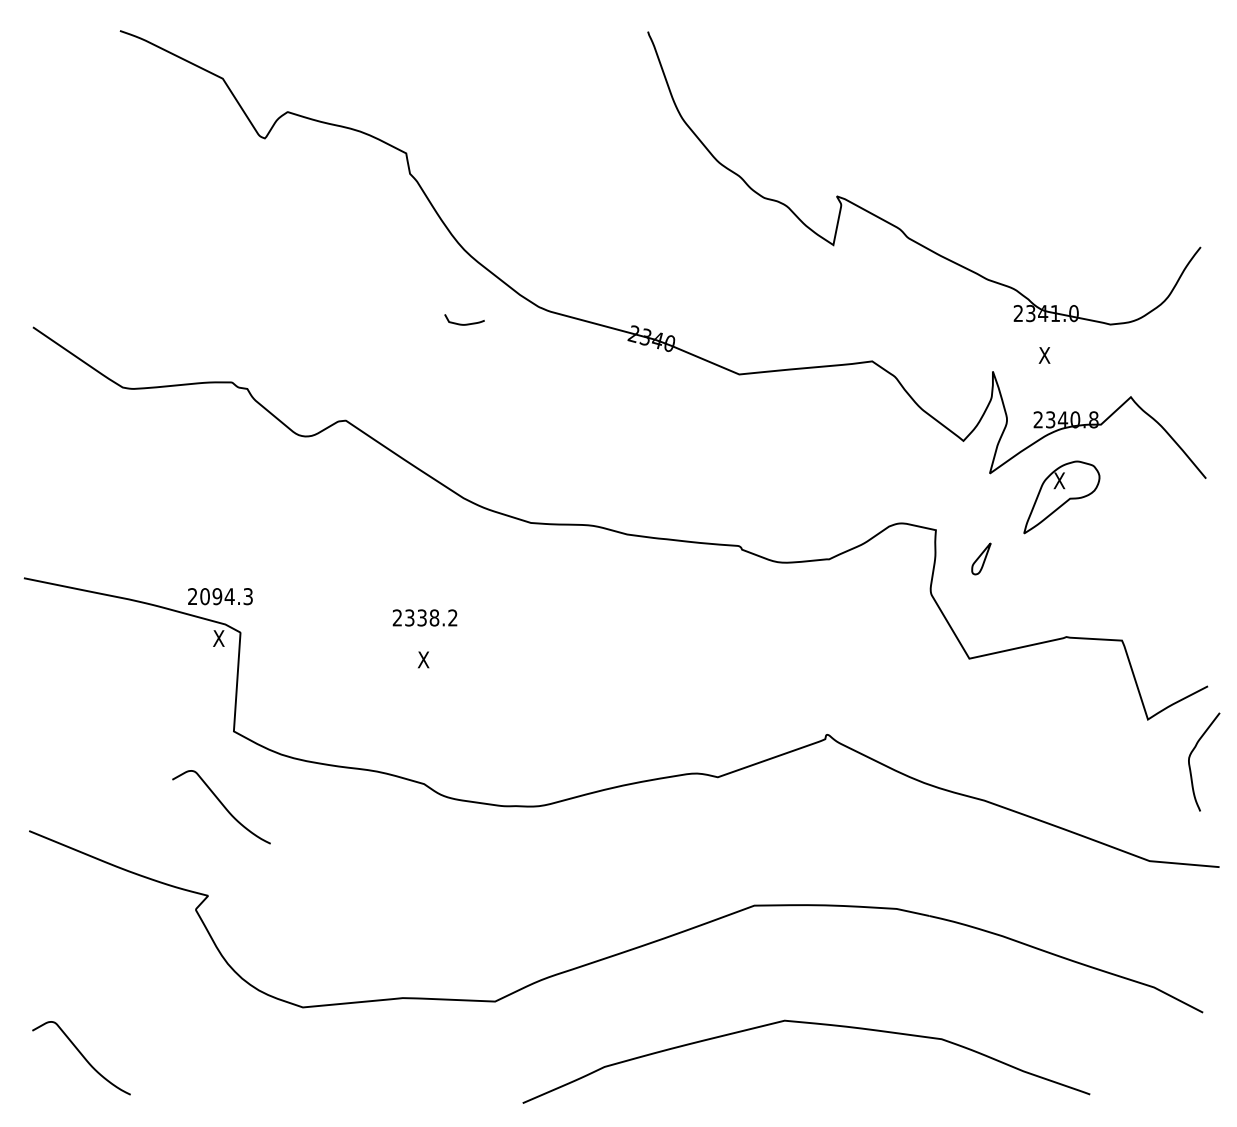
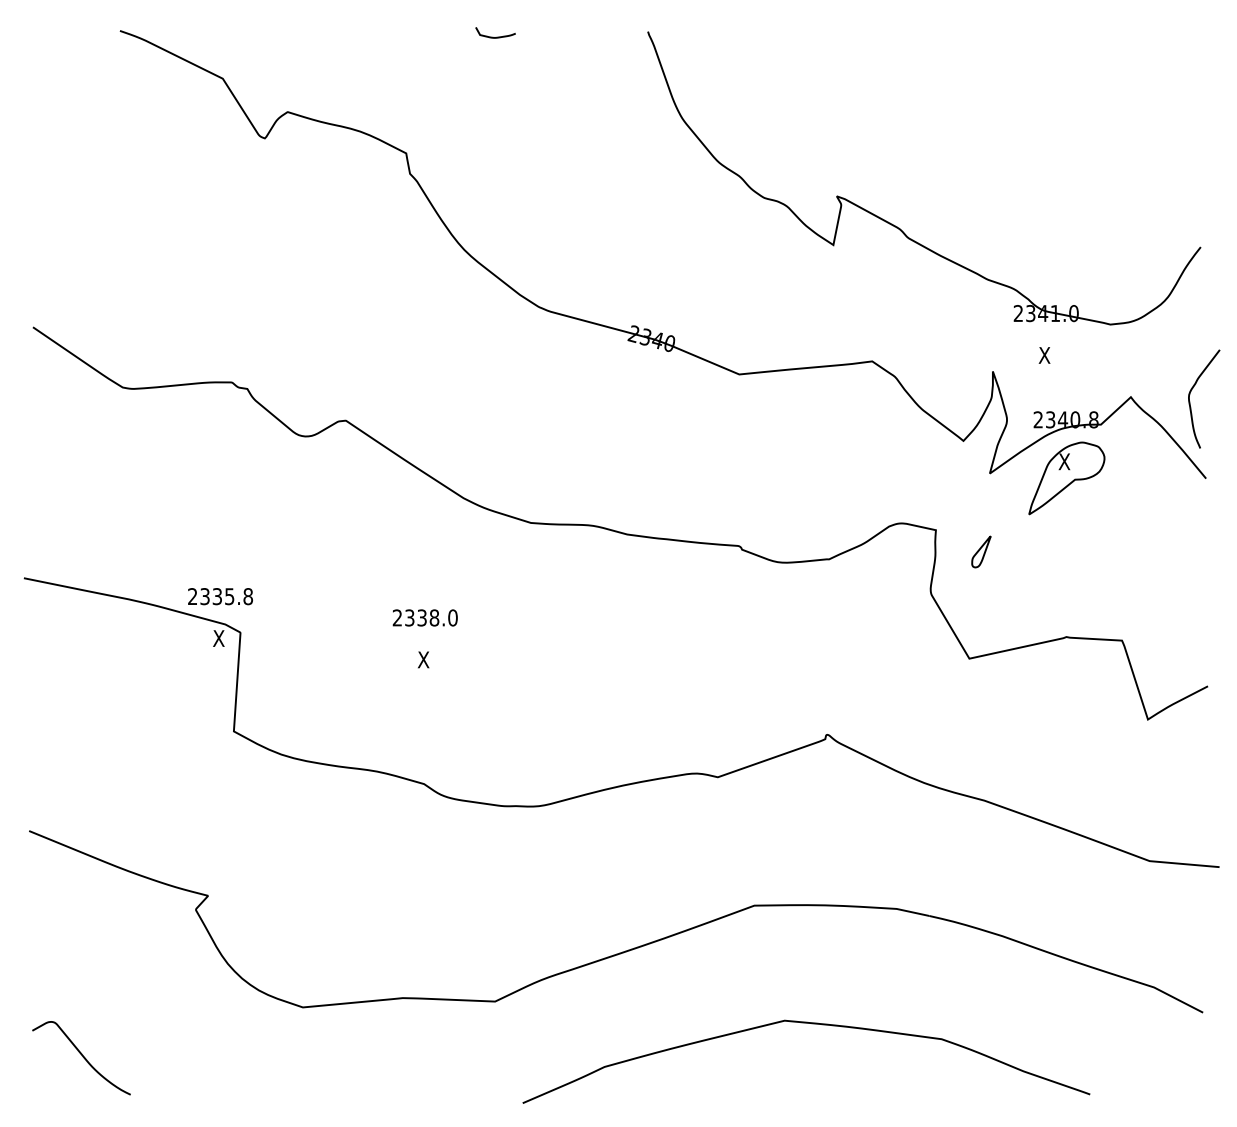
curve at (465, 323) position: (465, 323) -> (496, 36)
part at (1061, 497) position: (1061, 497) -> (1066, 478)
part at (981, 558) position: (981, 558) -> (981, 551)
text at (226, 596): 2094.3 -> 2335.8
text at (452, 617): 2338.2 -> 2338.0
curve at (1190, 764) position: (1190, 764) -> (1190, 401)
curve at (222, 806): present -> none
